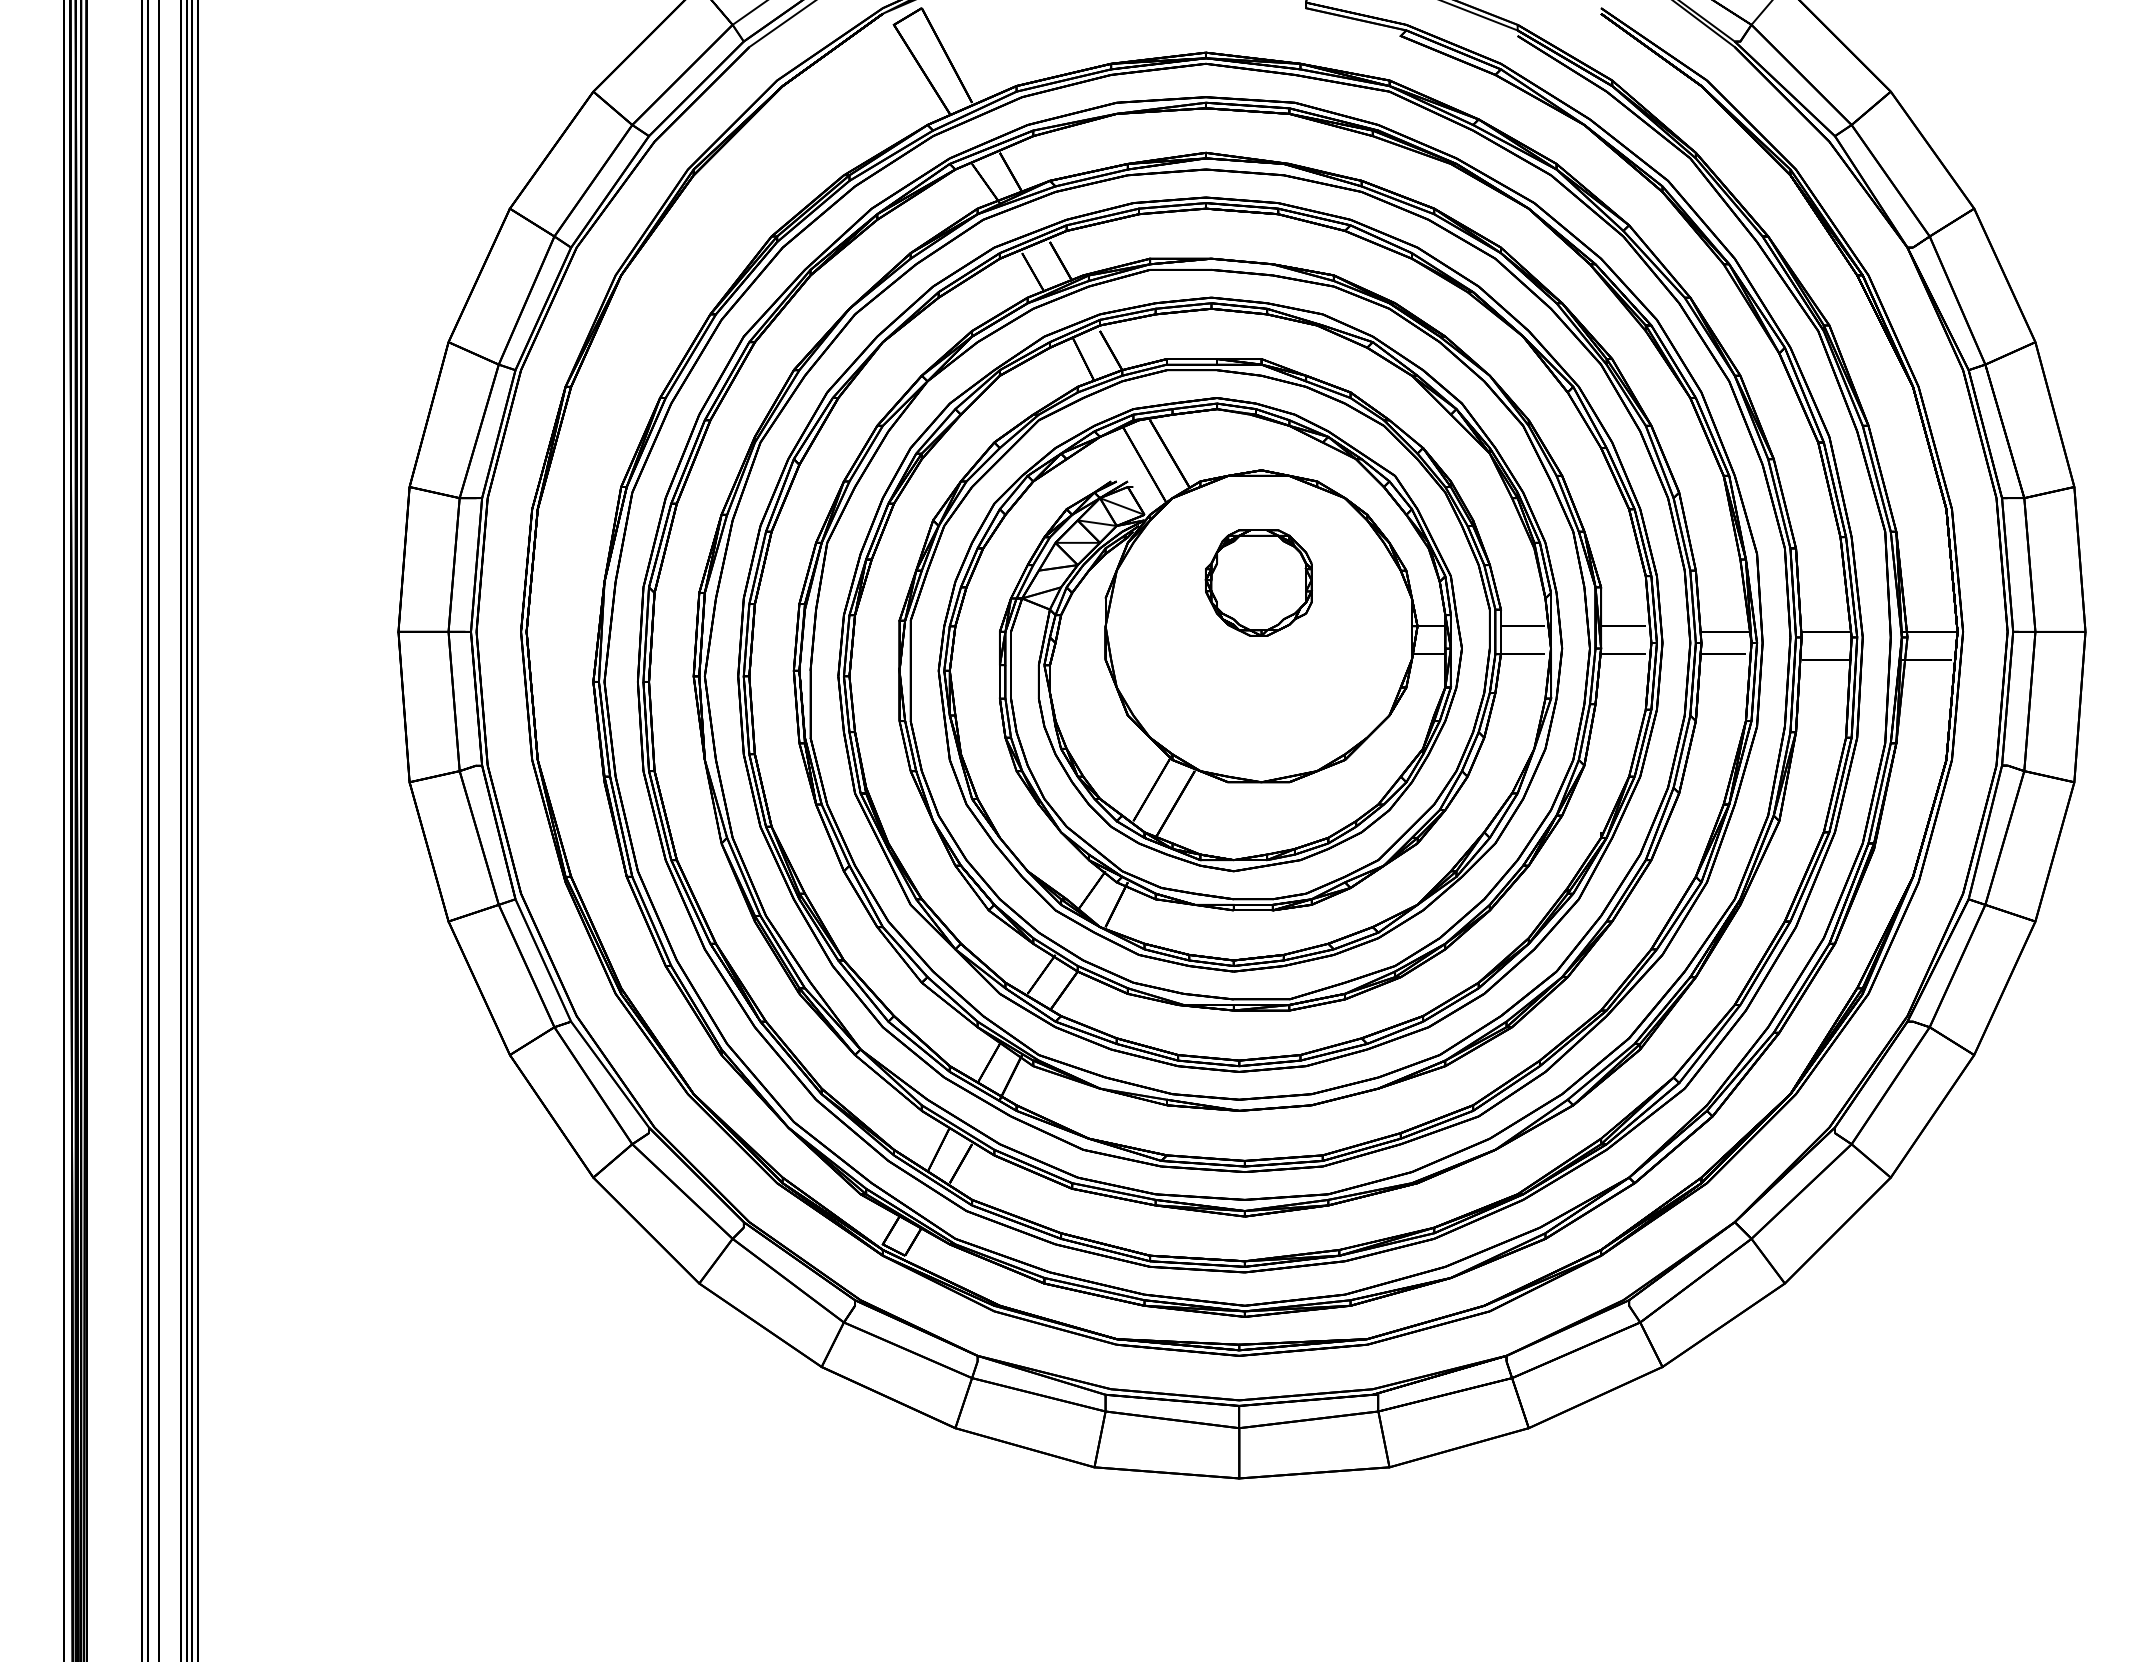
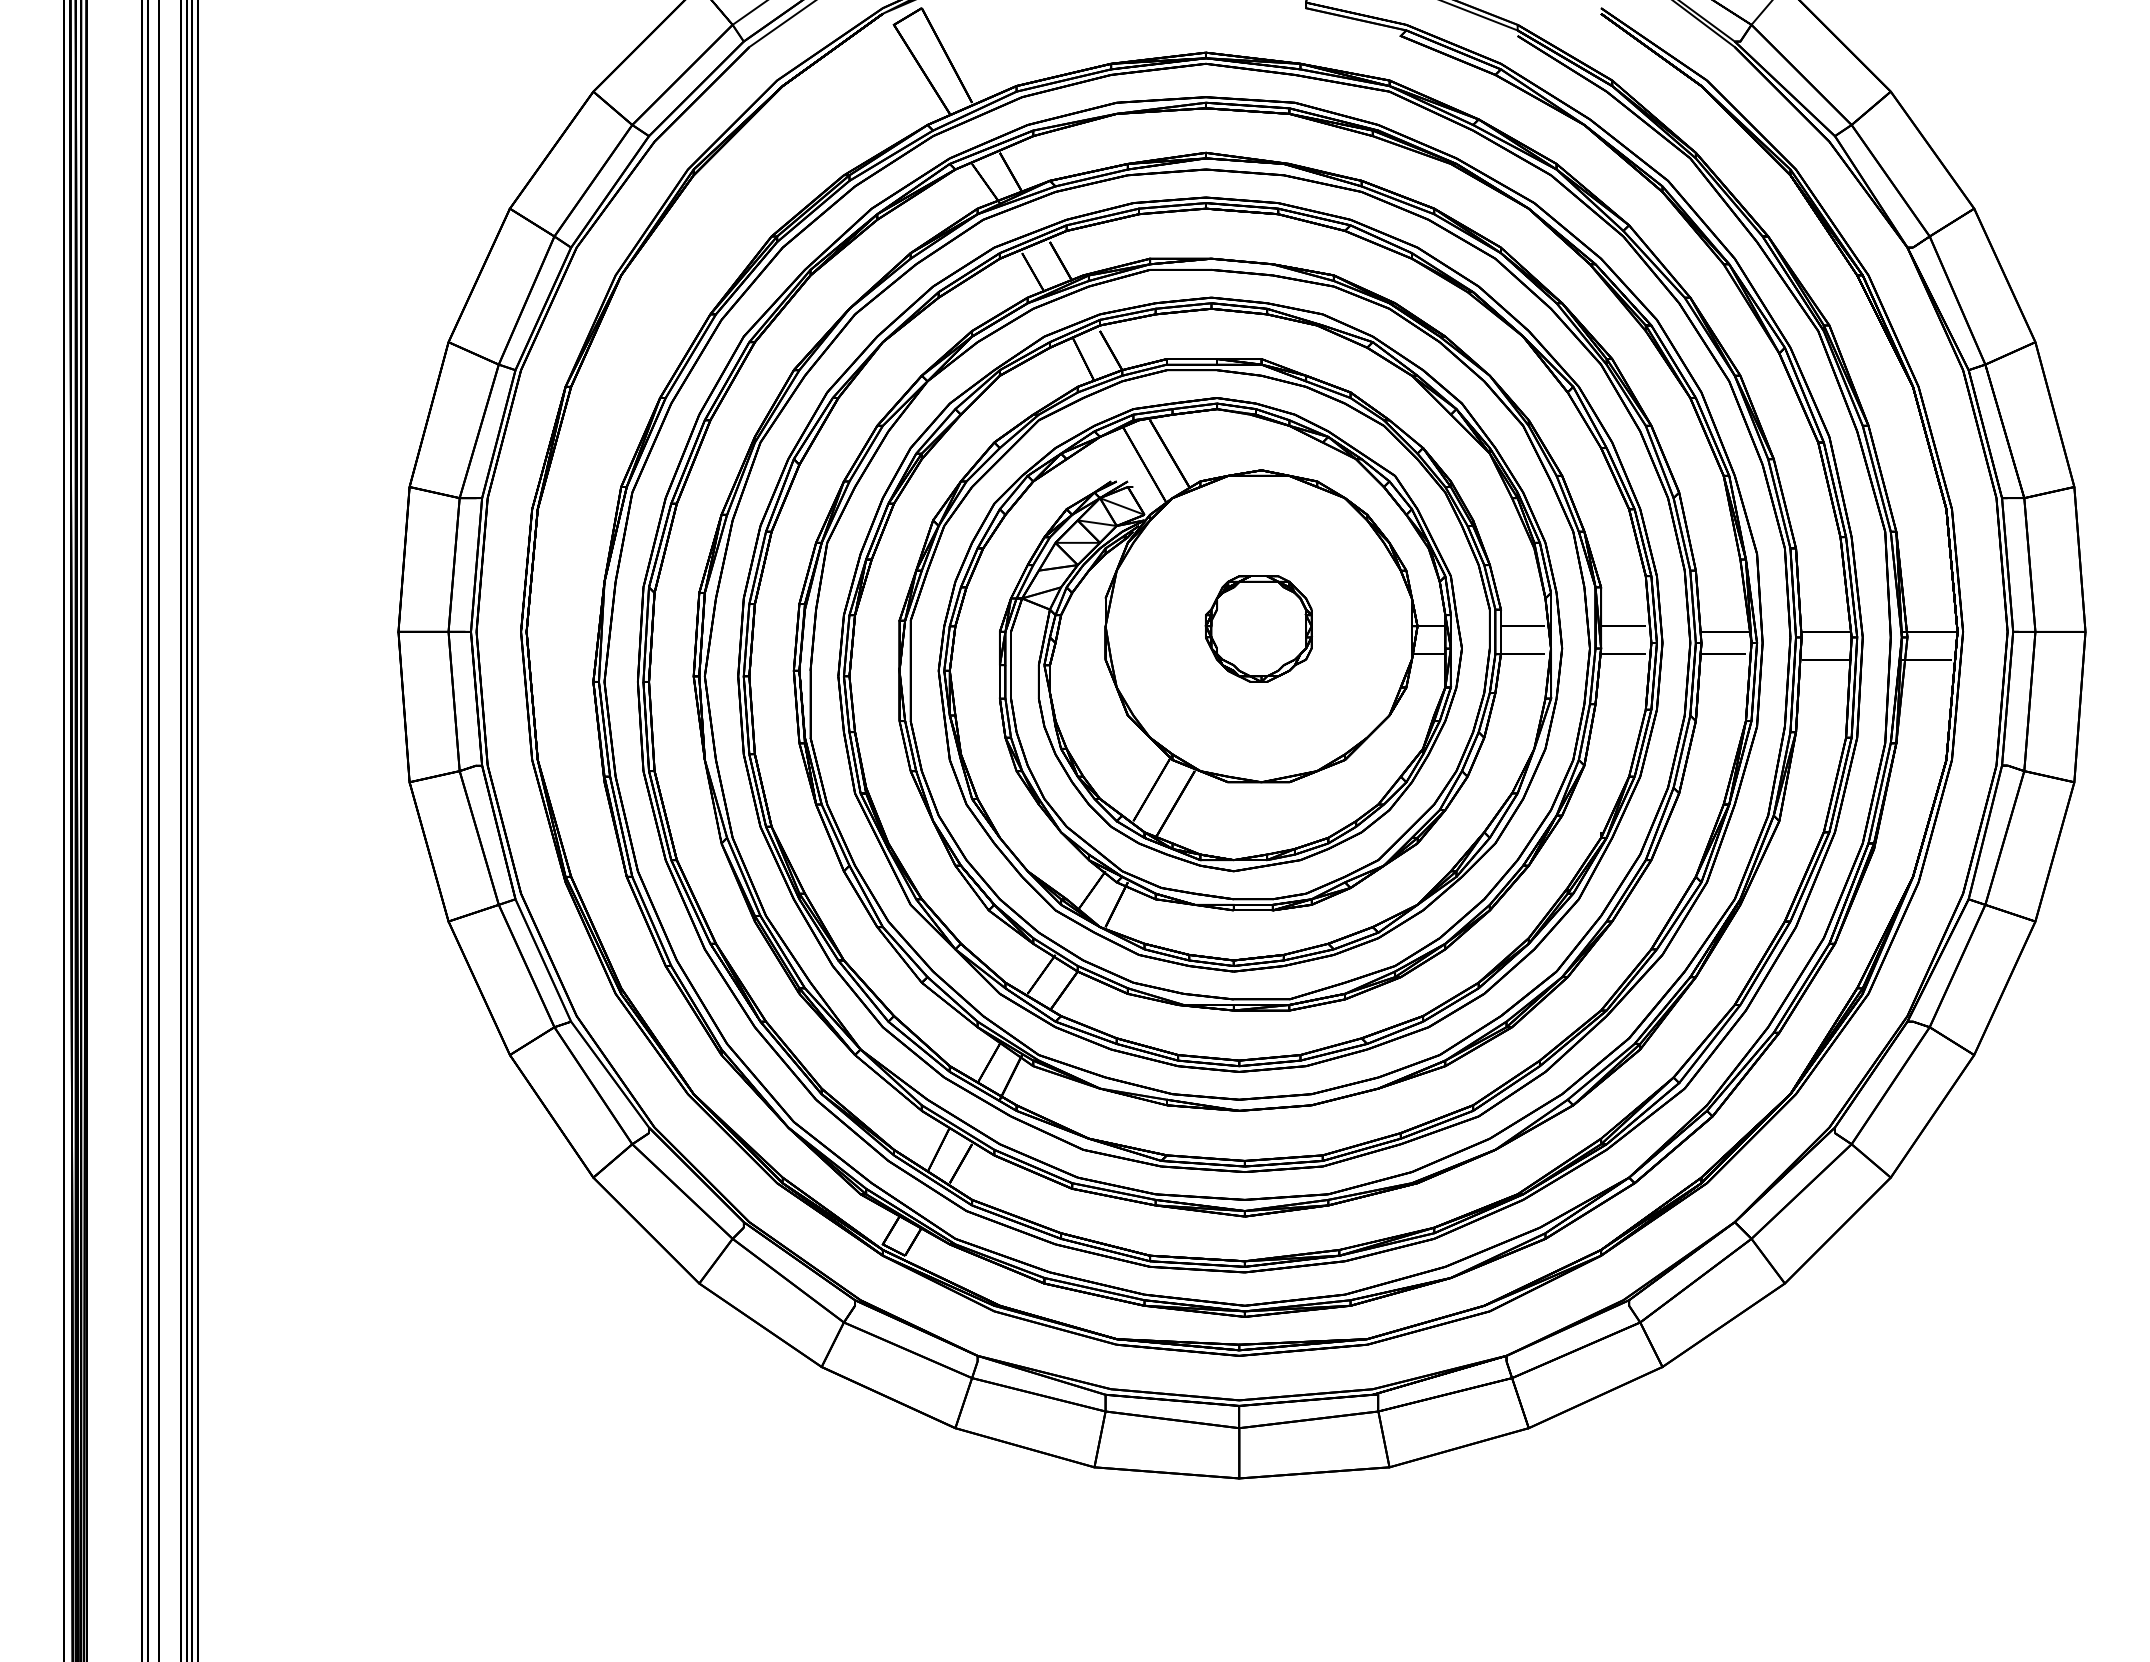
part at (1258, 582) position: (1258, 582) -> (1258, 628)
